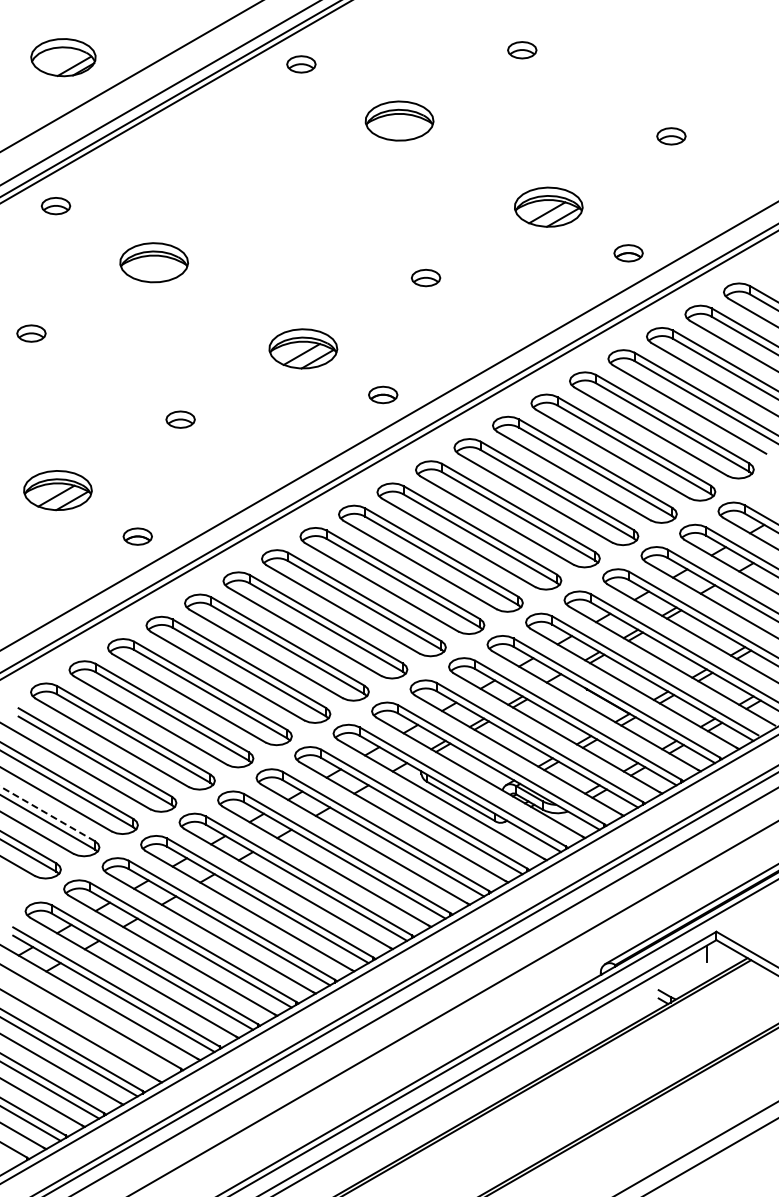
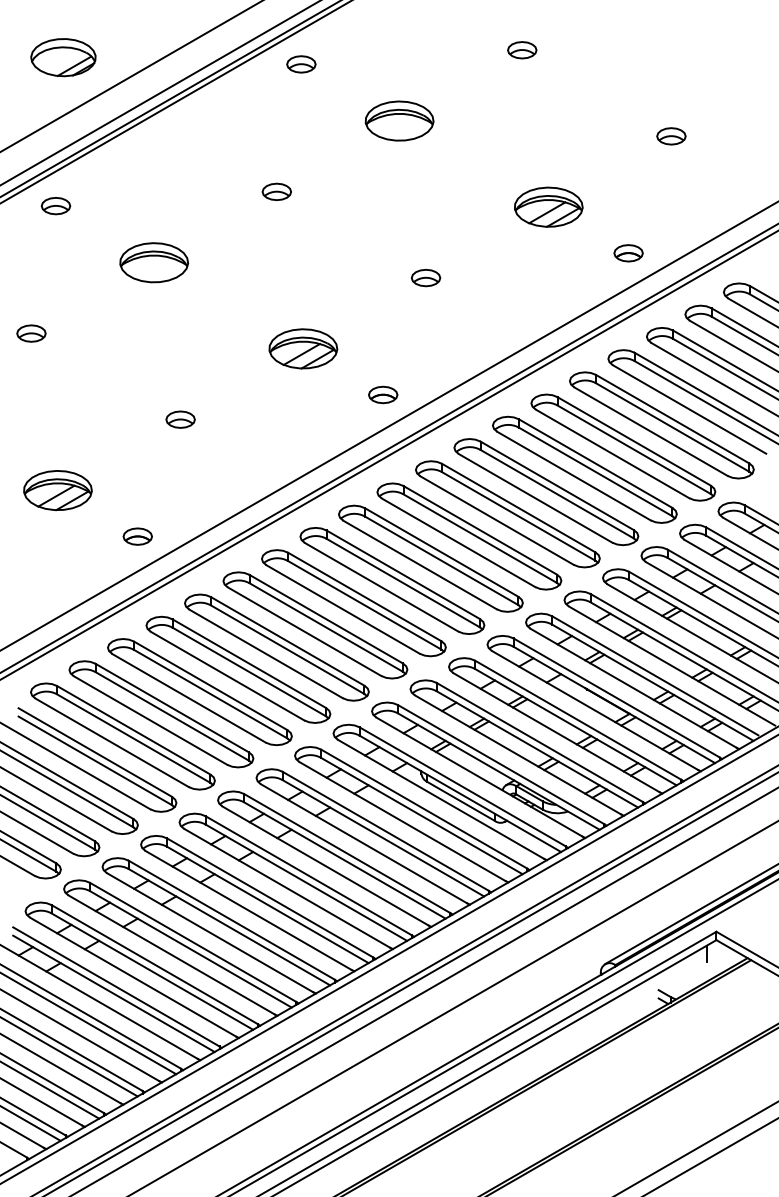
part at (276, 191): none -> present
line at (47, 813): dashed -> solid
line at (89, 1023): none -> present
